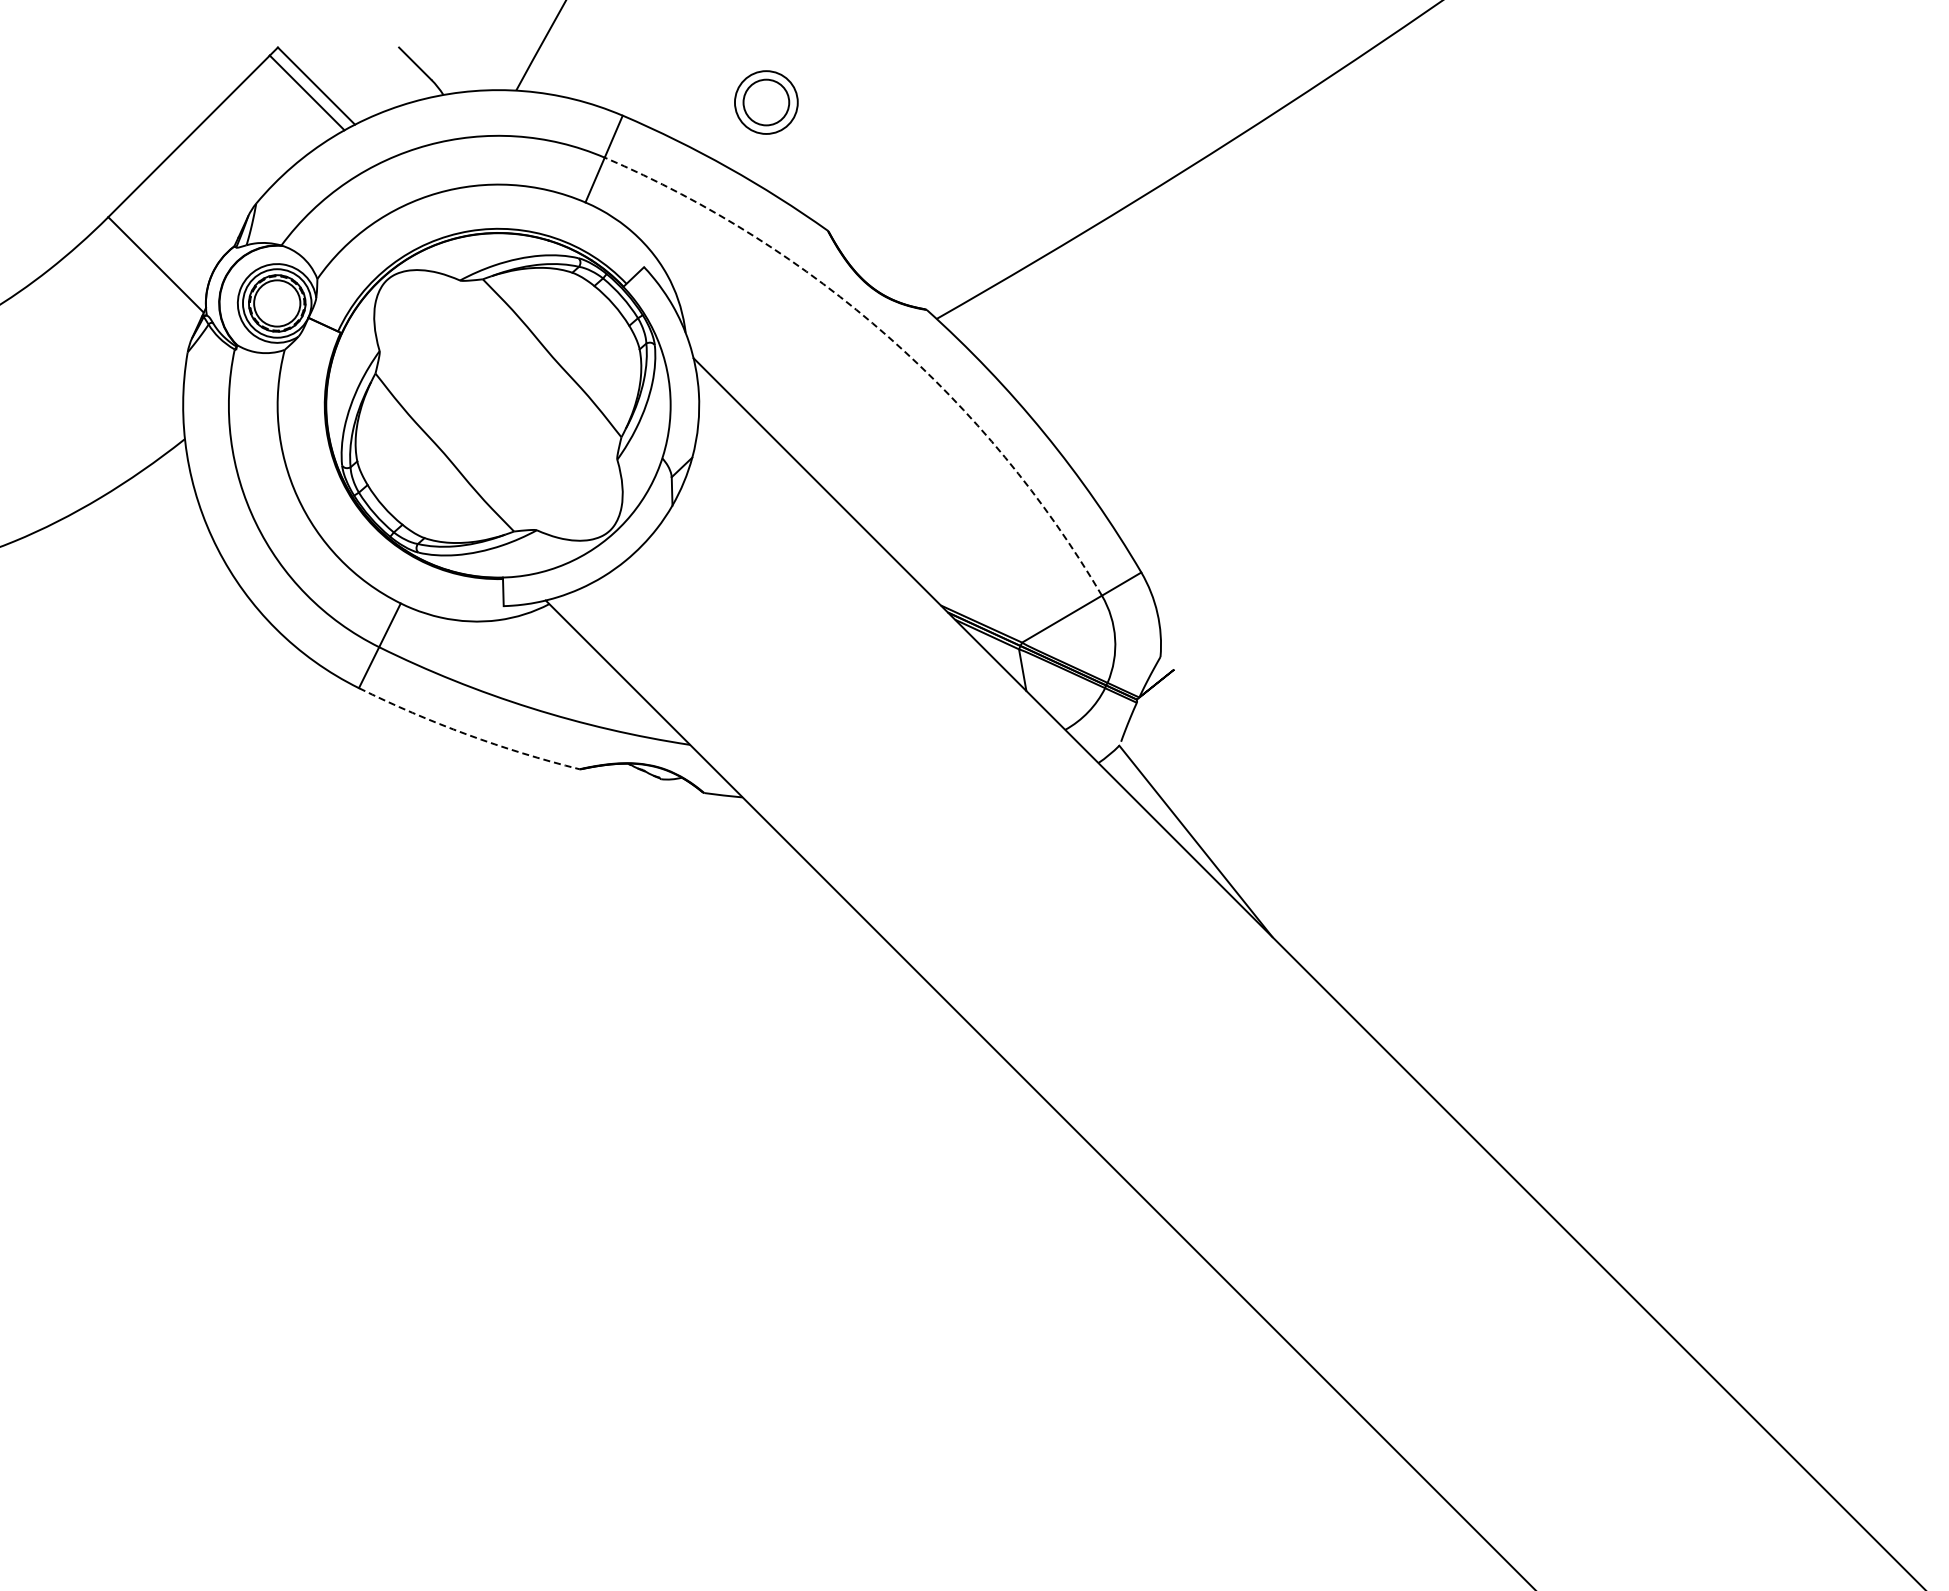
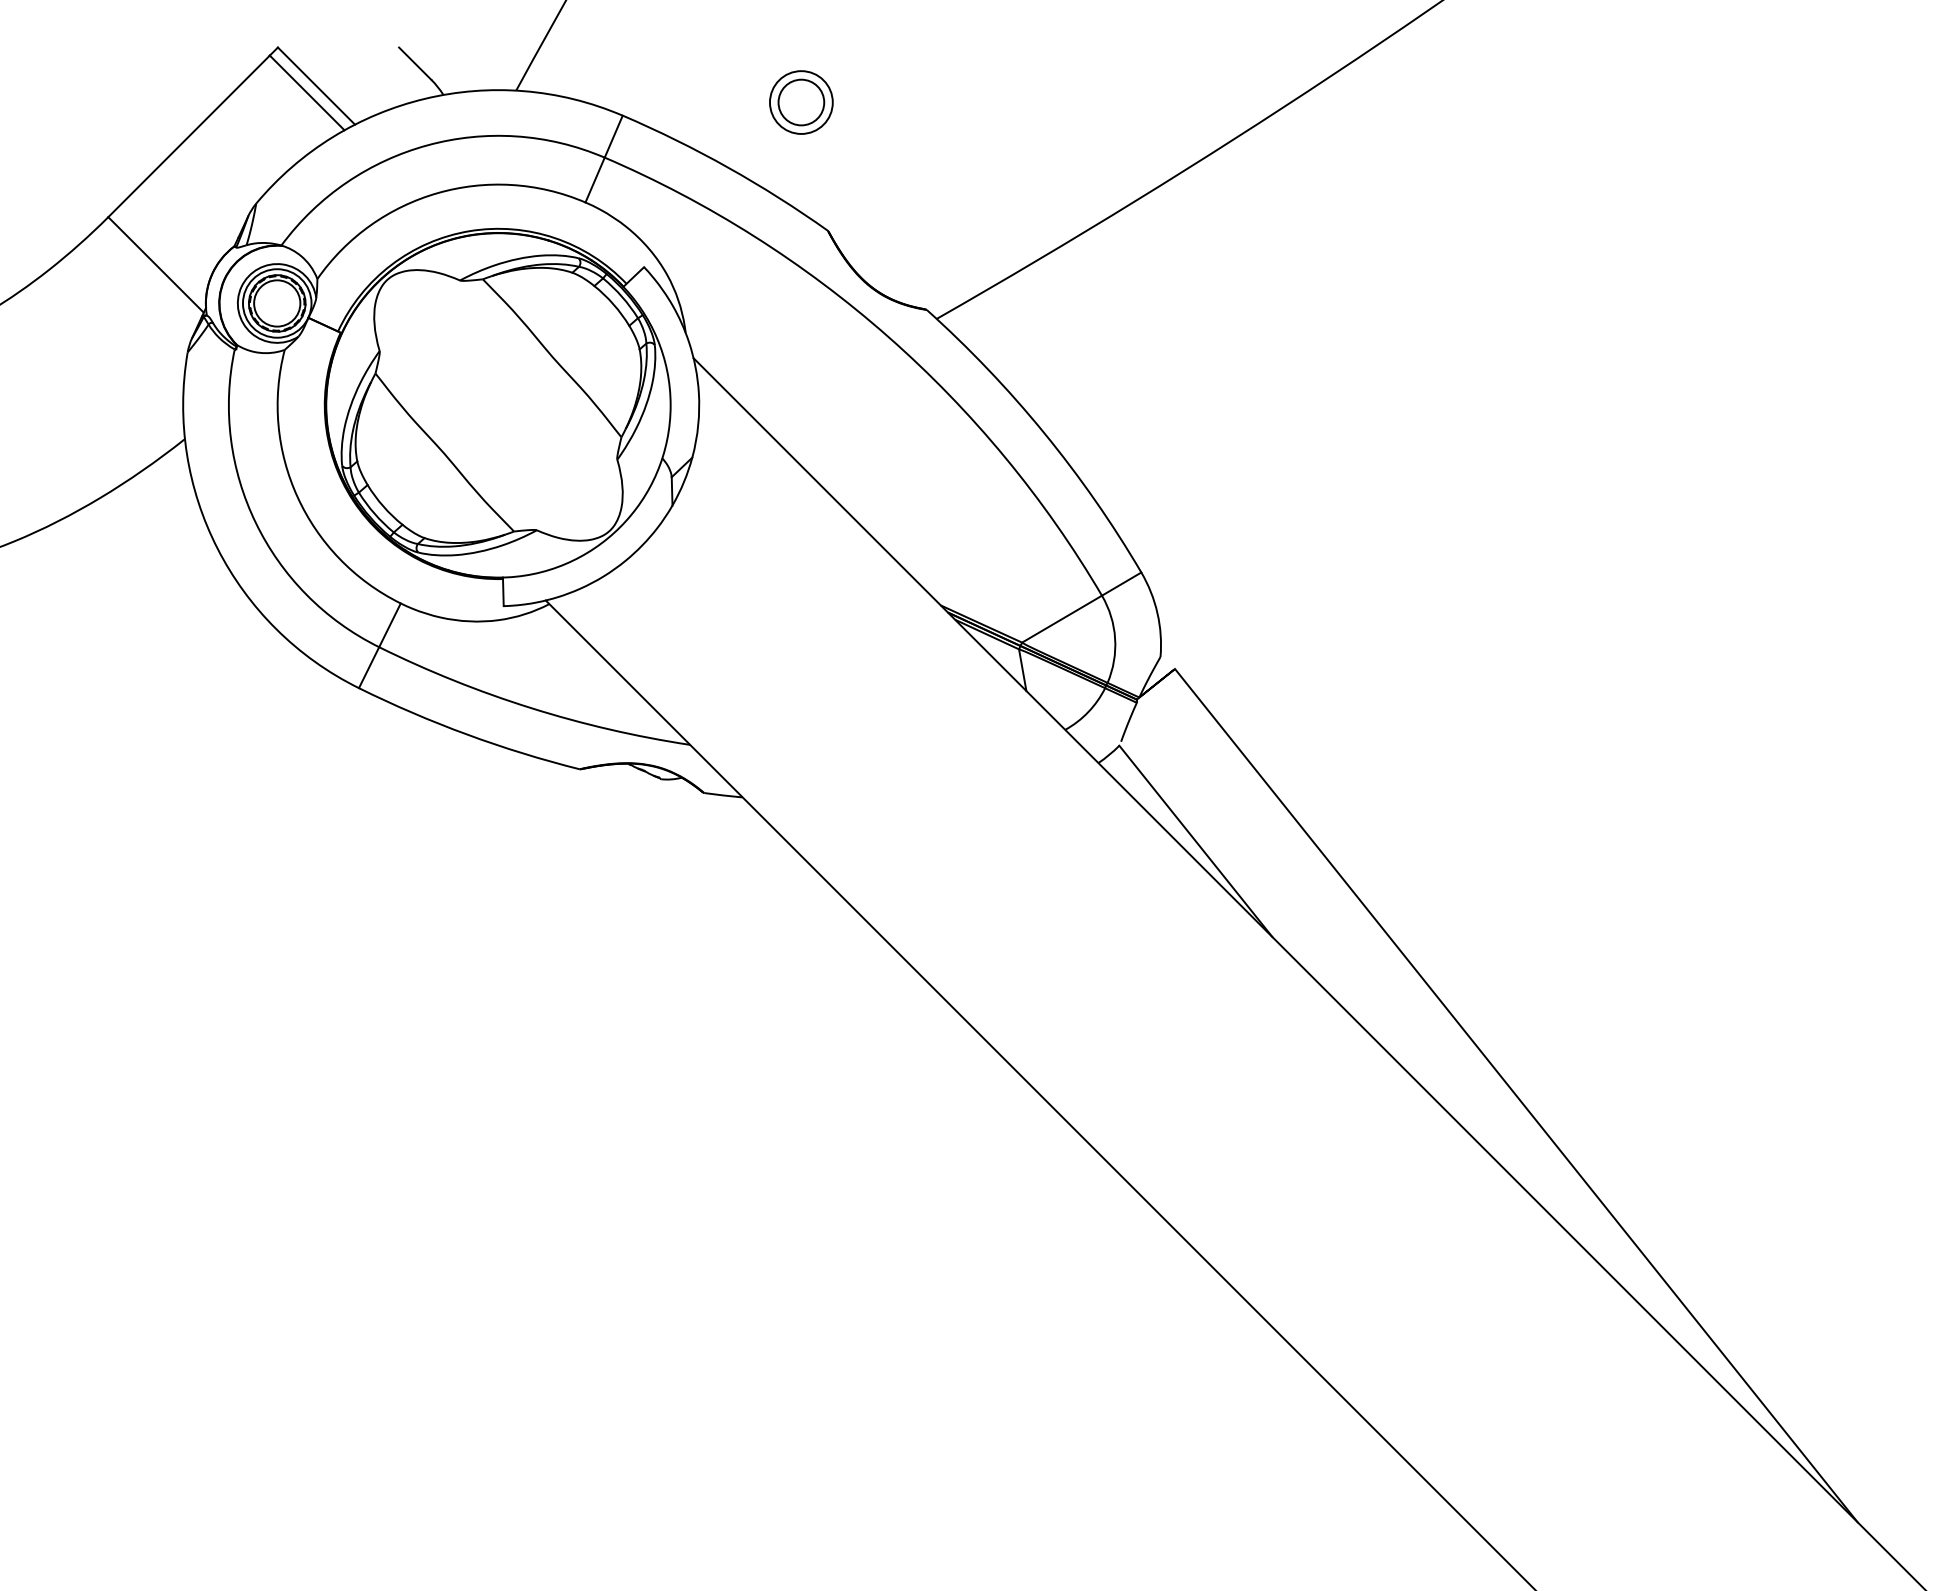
part at (766, 102) position: (766, 102) -> (801, 102)
arc at (888, 336): dashed -> solid
arc at (467, 734): dashed -> solid
line at (1515, 1095): none -> present
